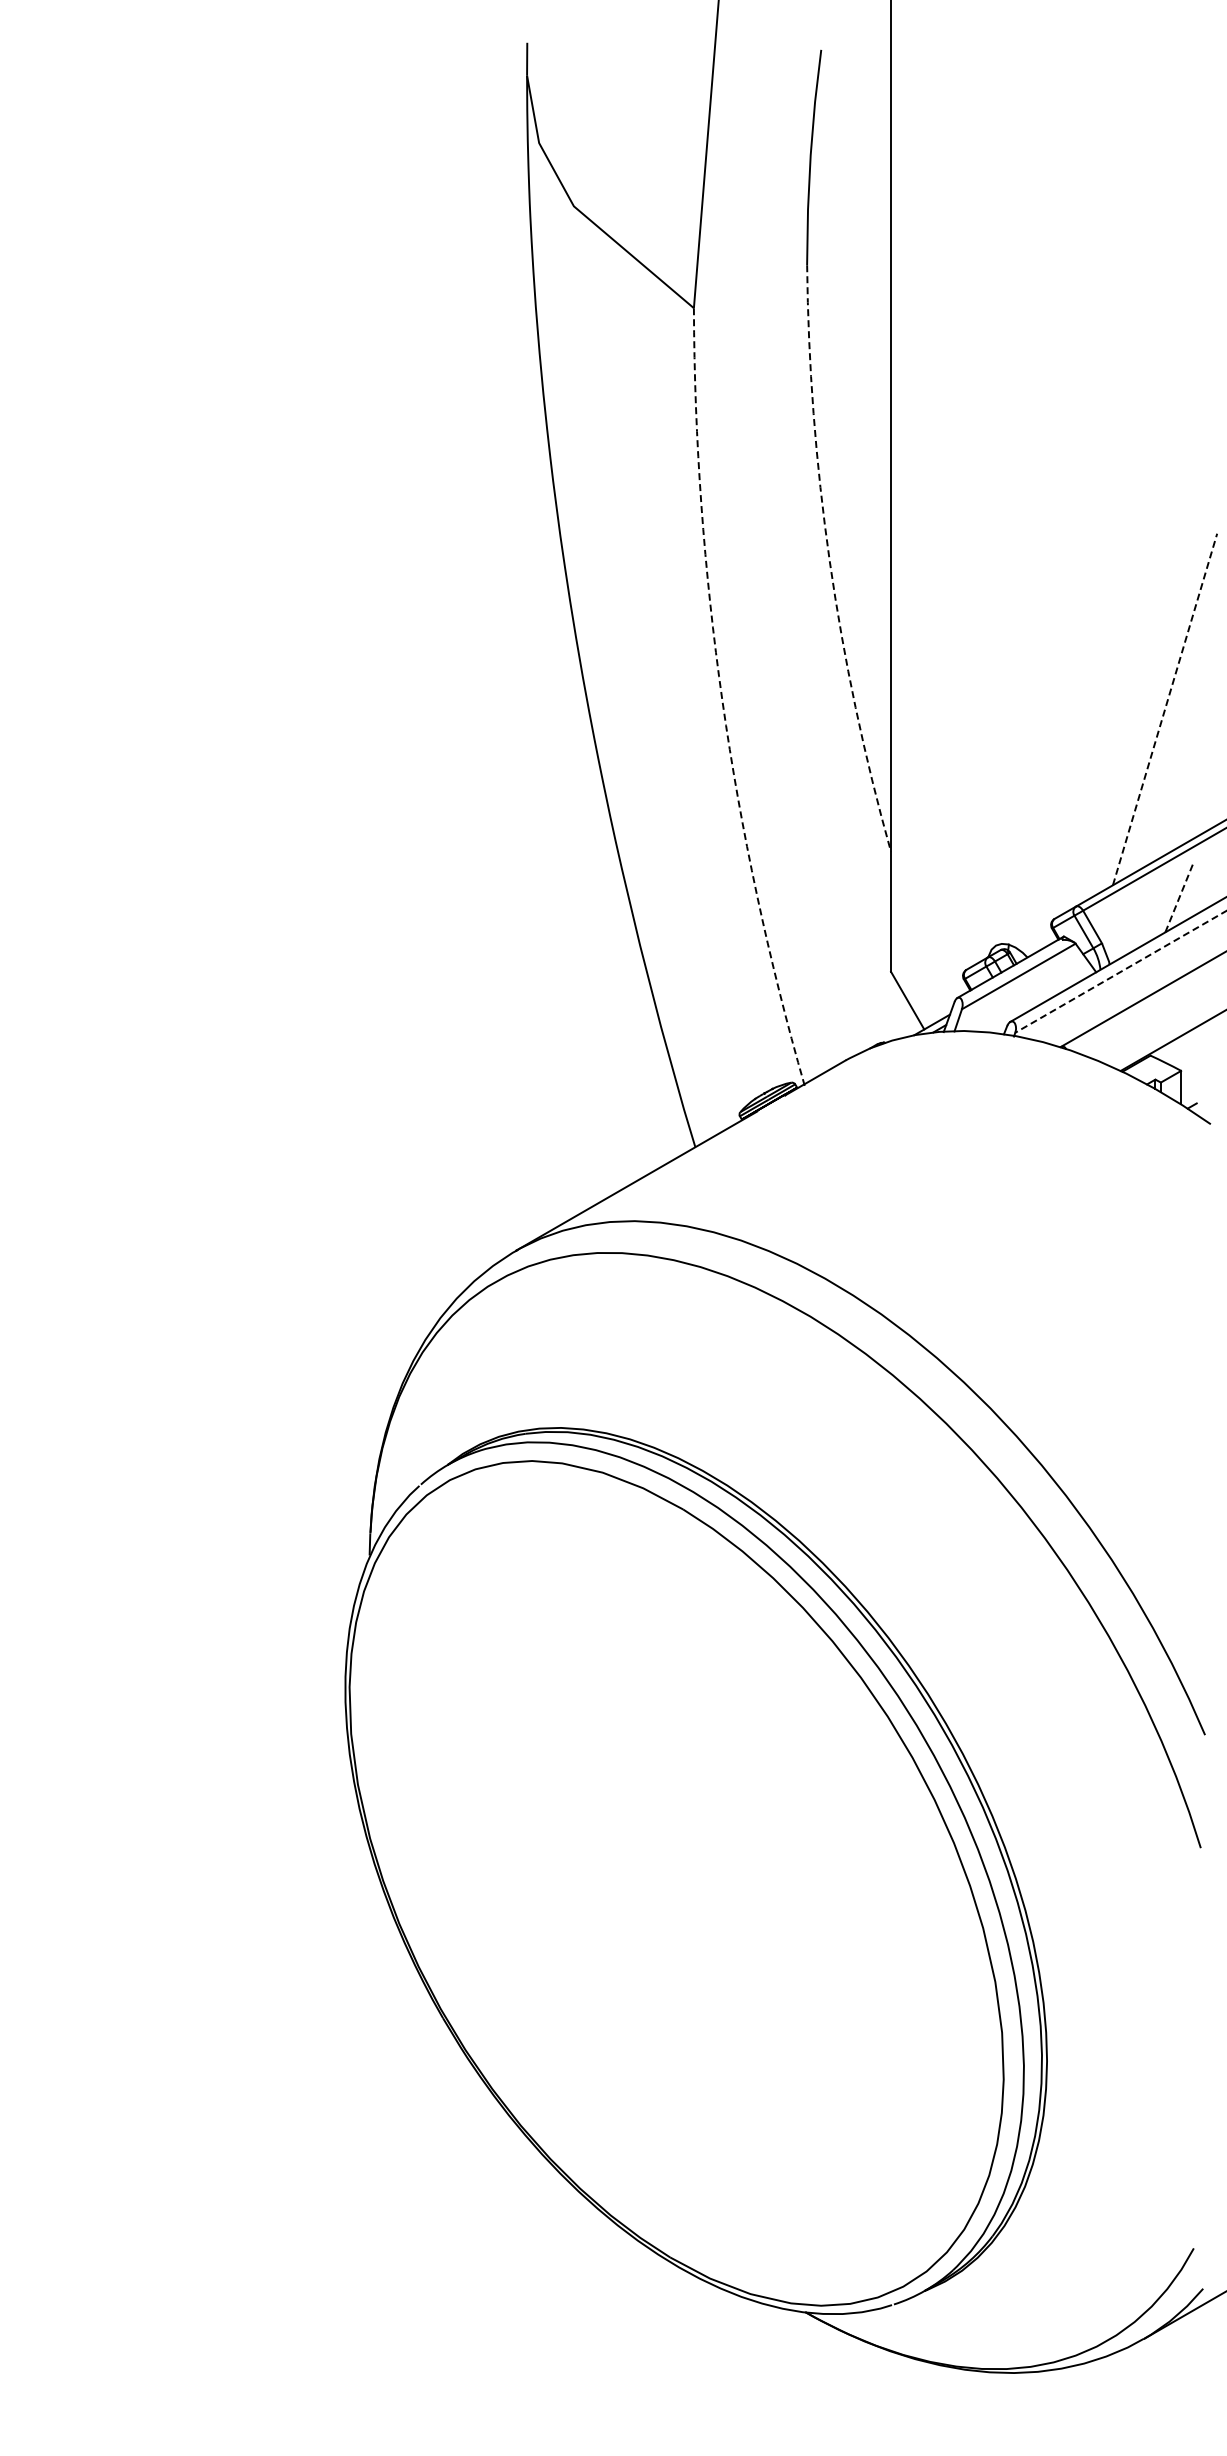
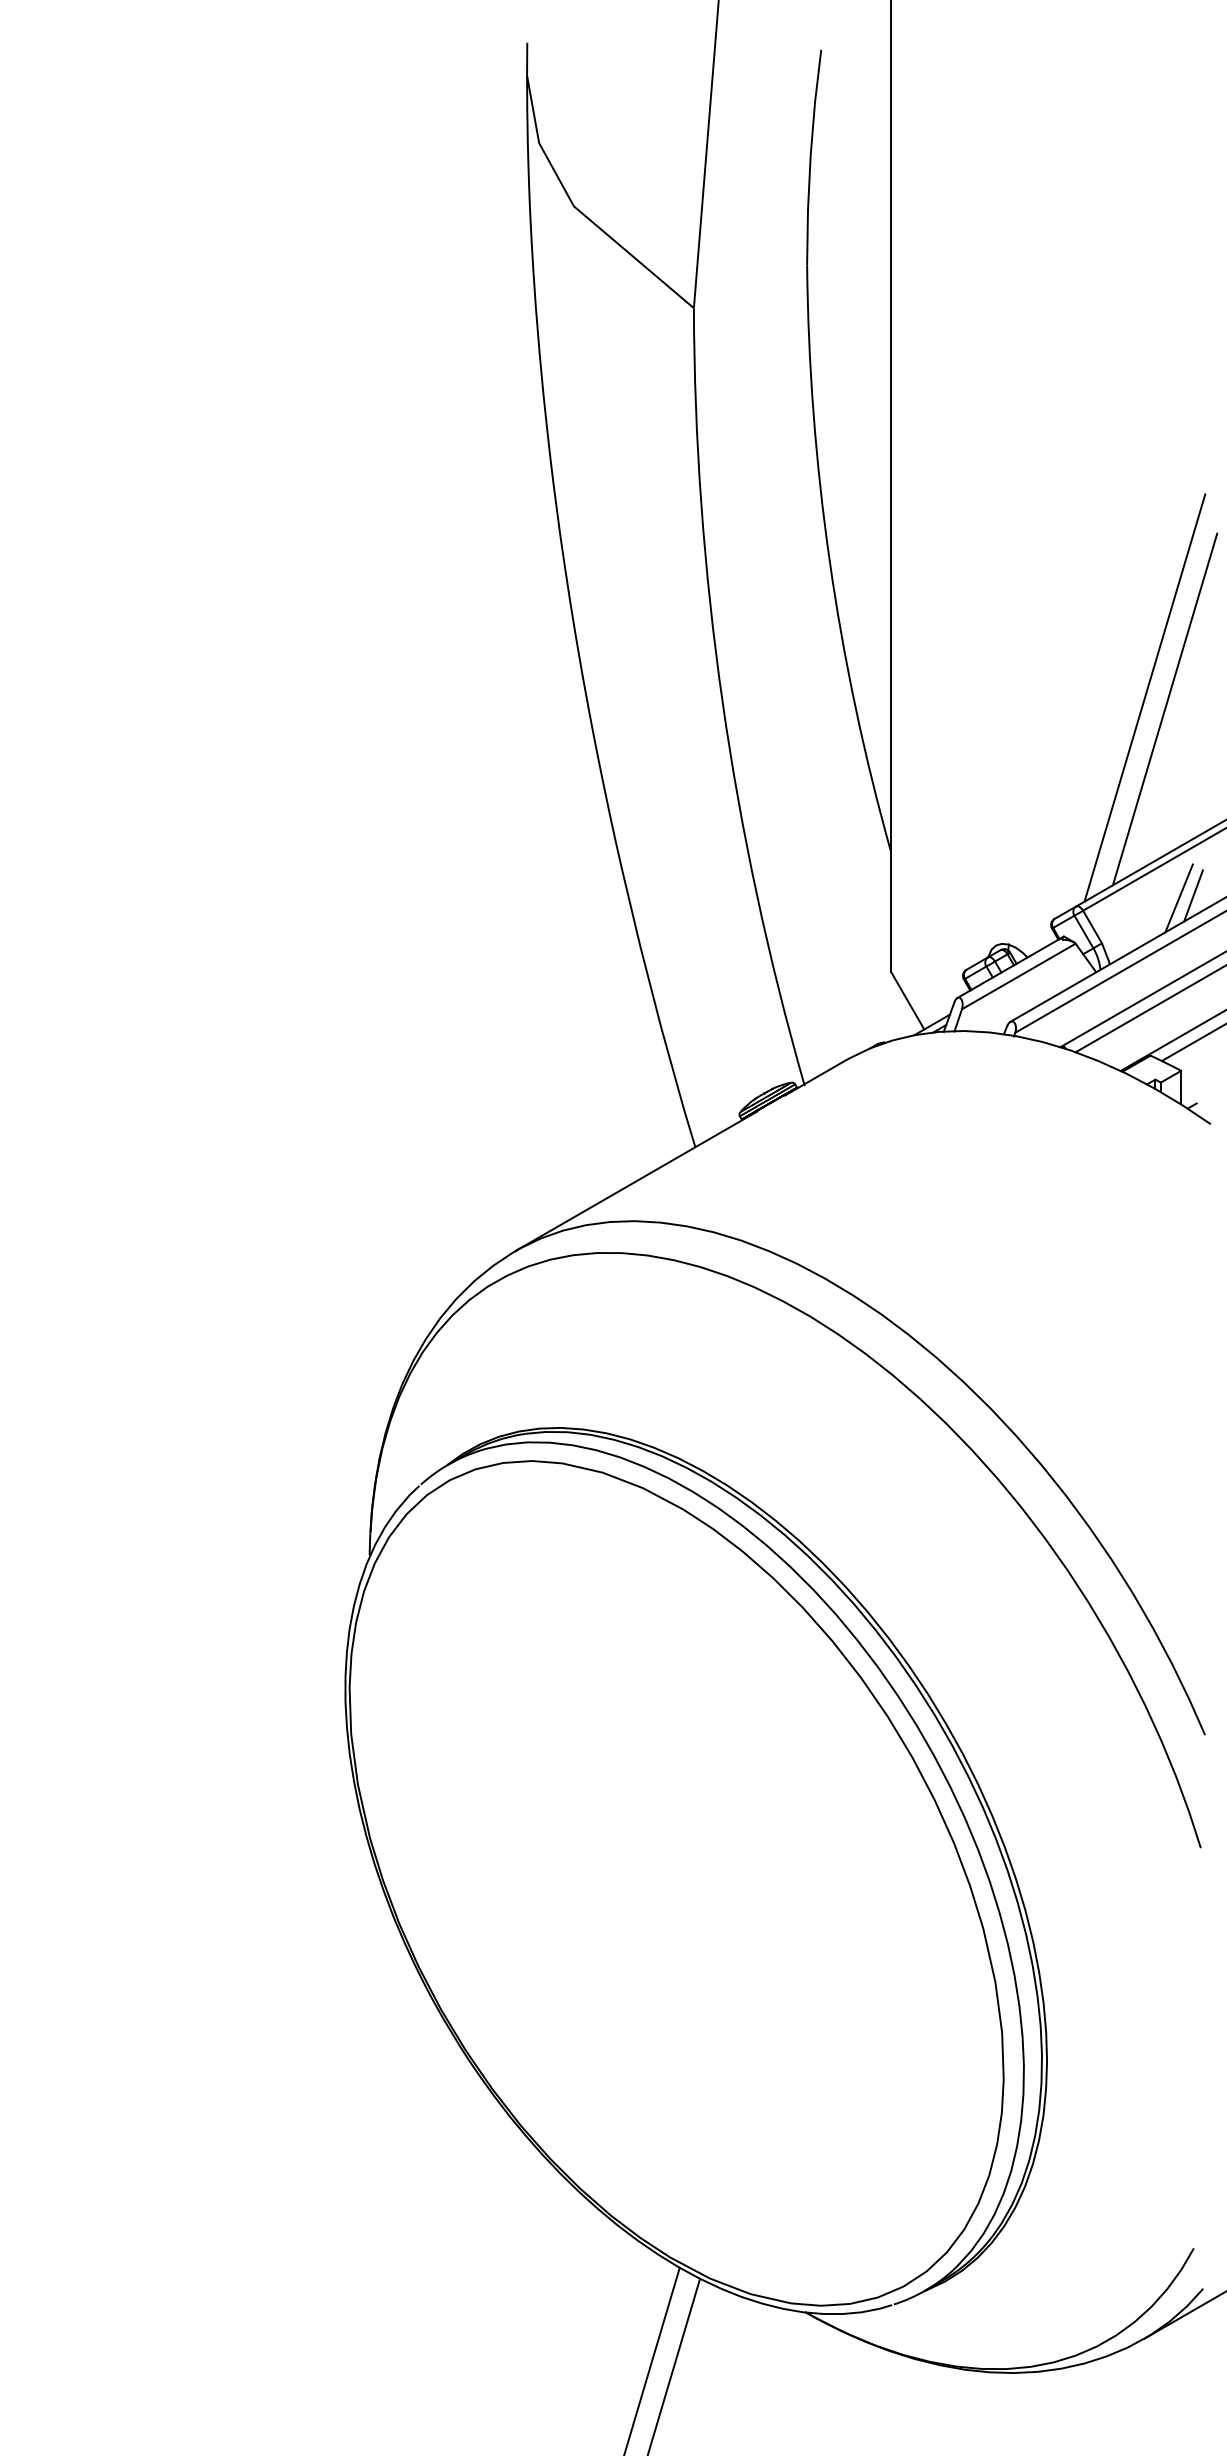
arc at (829, 561): dashed -> solid
line at (1144, 697): none -> present
arc at (722, 701): dashed -> solid
line at (1165, 708): dashed -> solid
line at (1193, 895): none -> present
line at (1179, 898): dashed -> solid
line at (1120, 971): dashed -> solid
line at (1149, 1009): none -> present
line at (1192, 1043): none -> present
line at (651, 2359): none -> present
line at (674, 2365): none -> present
